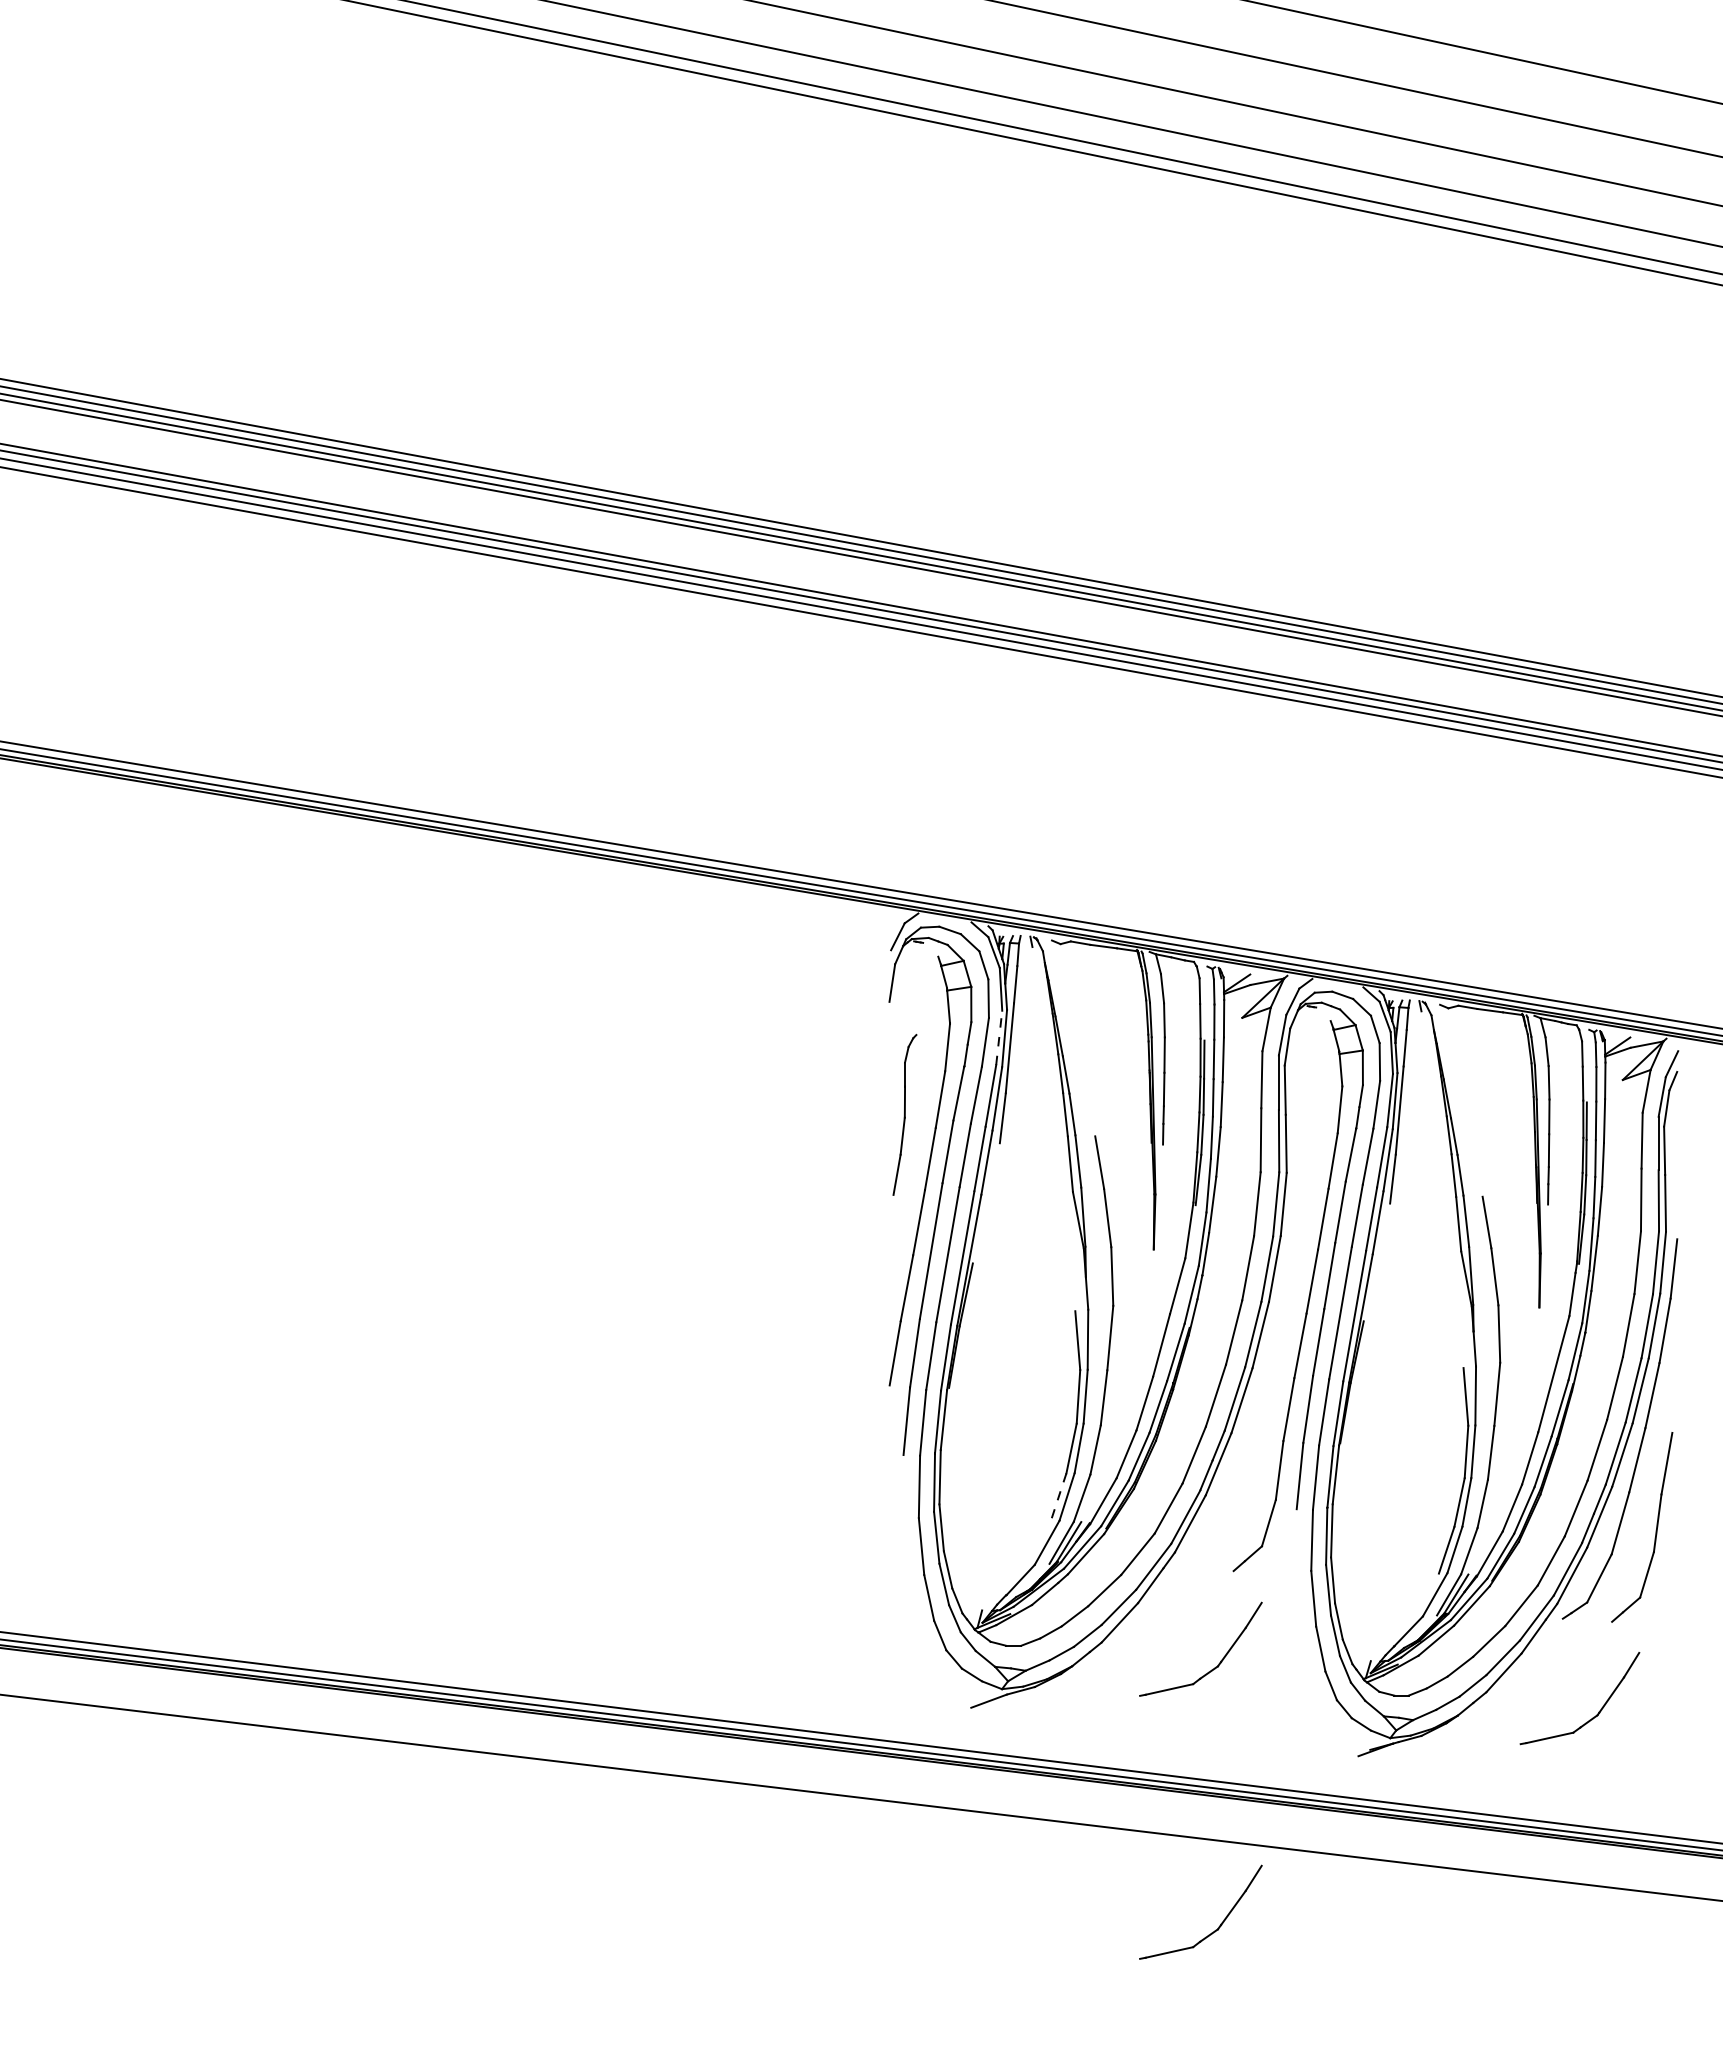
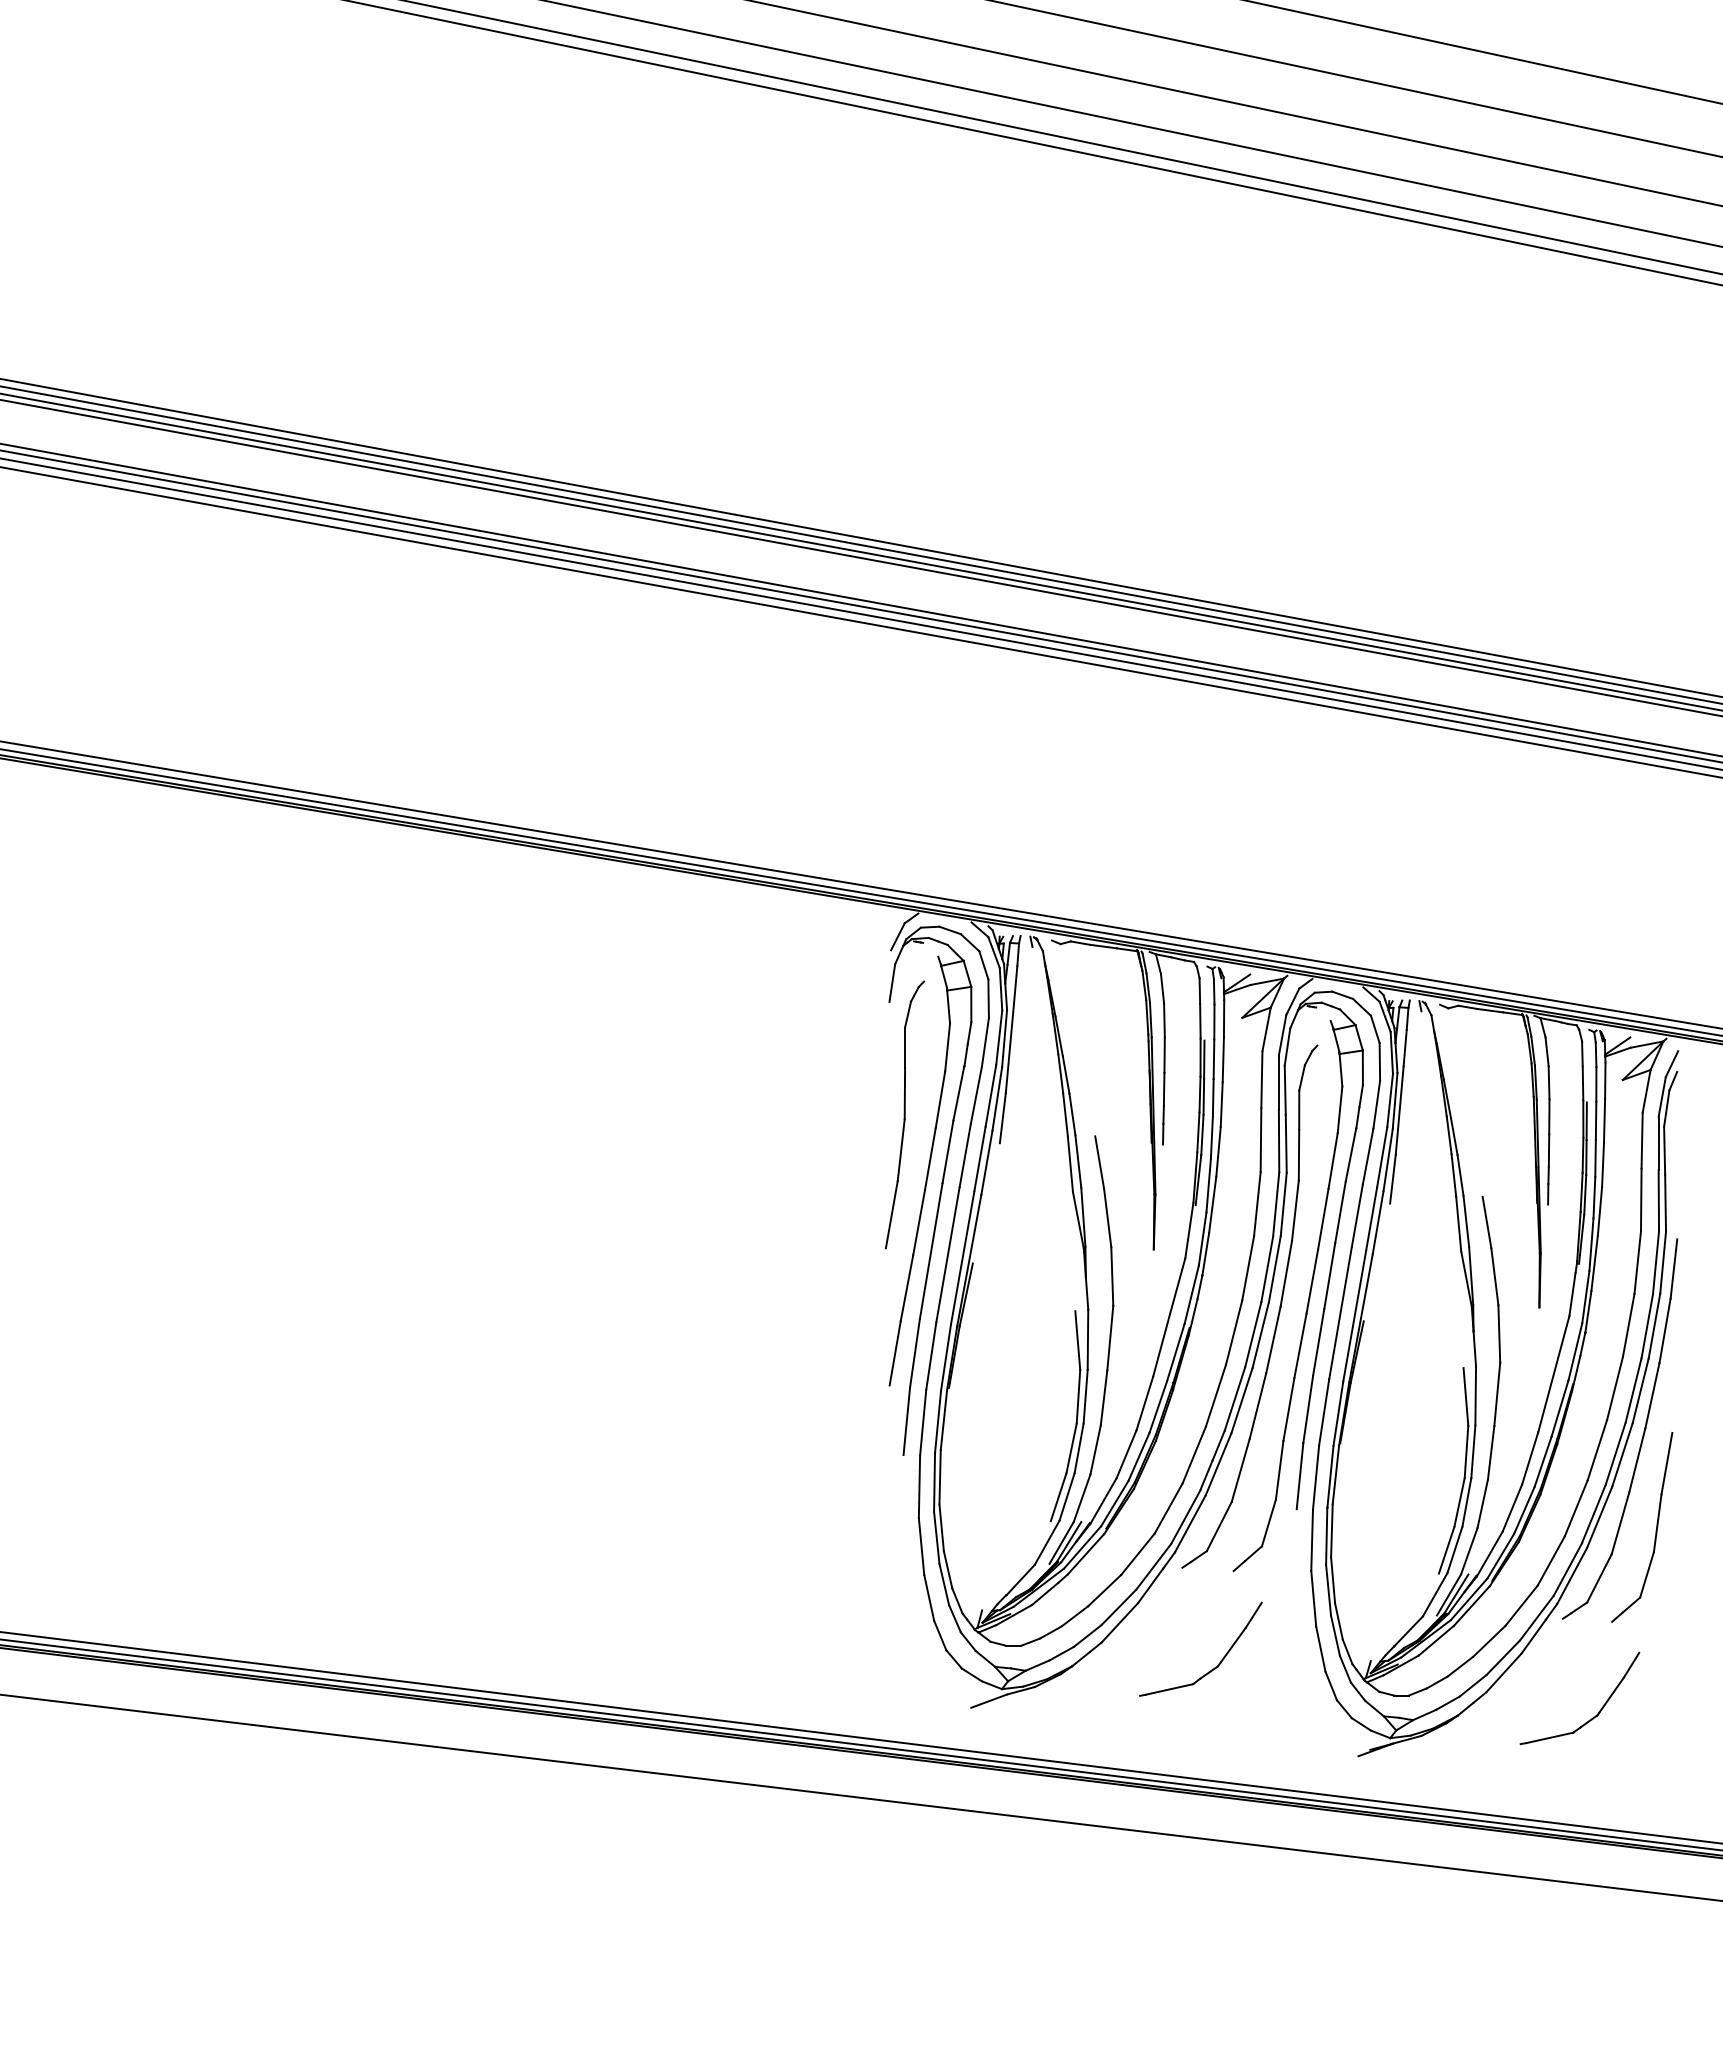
line at (999, 1037): dashed -> solid
part at (904, 1114) size: 26x163 px -> 40x270 px
part at (1278, 1310): none -> present
line at (1058, 1497): dashed -> solid
part at (1220, 1923): present -> none
